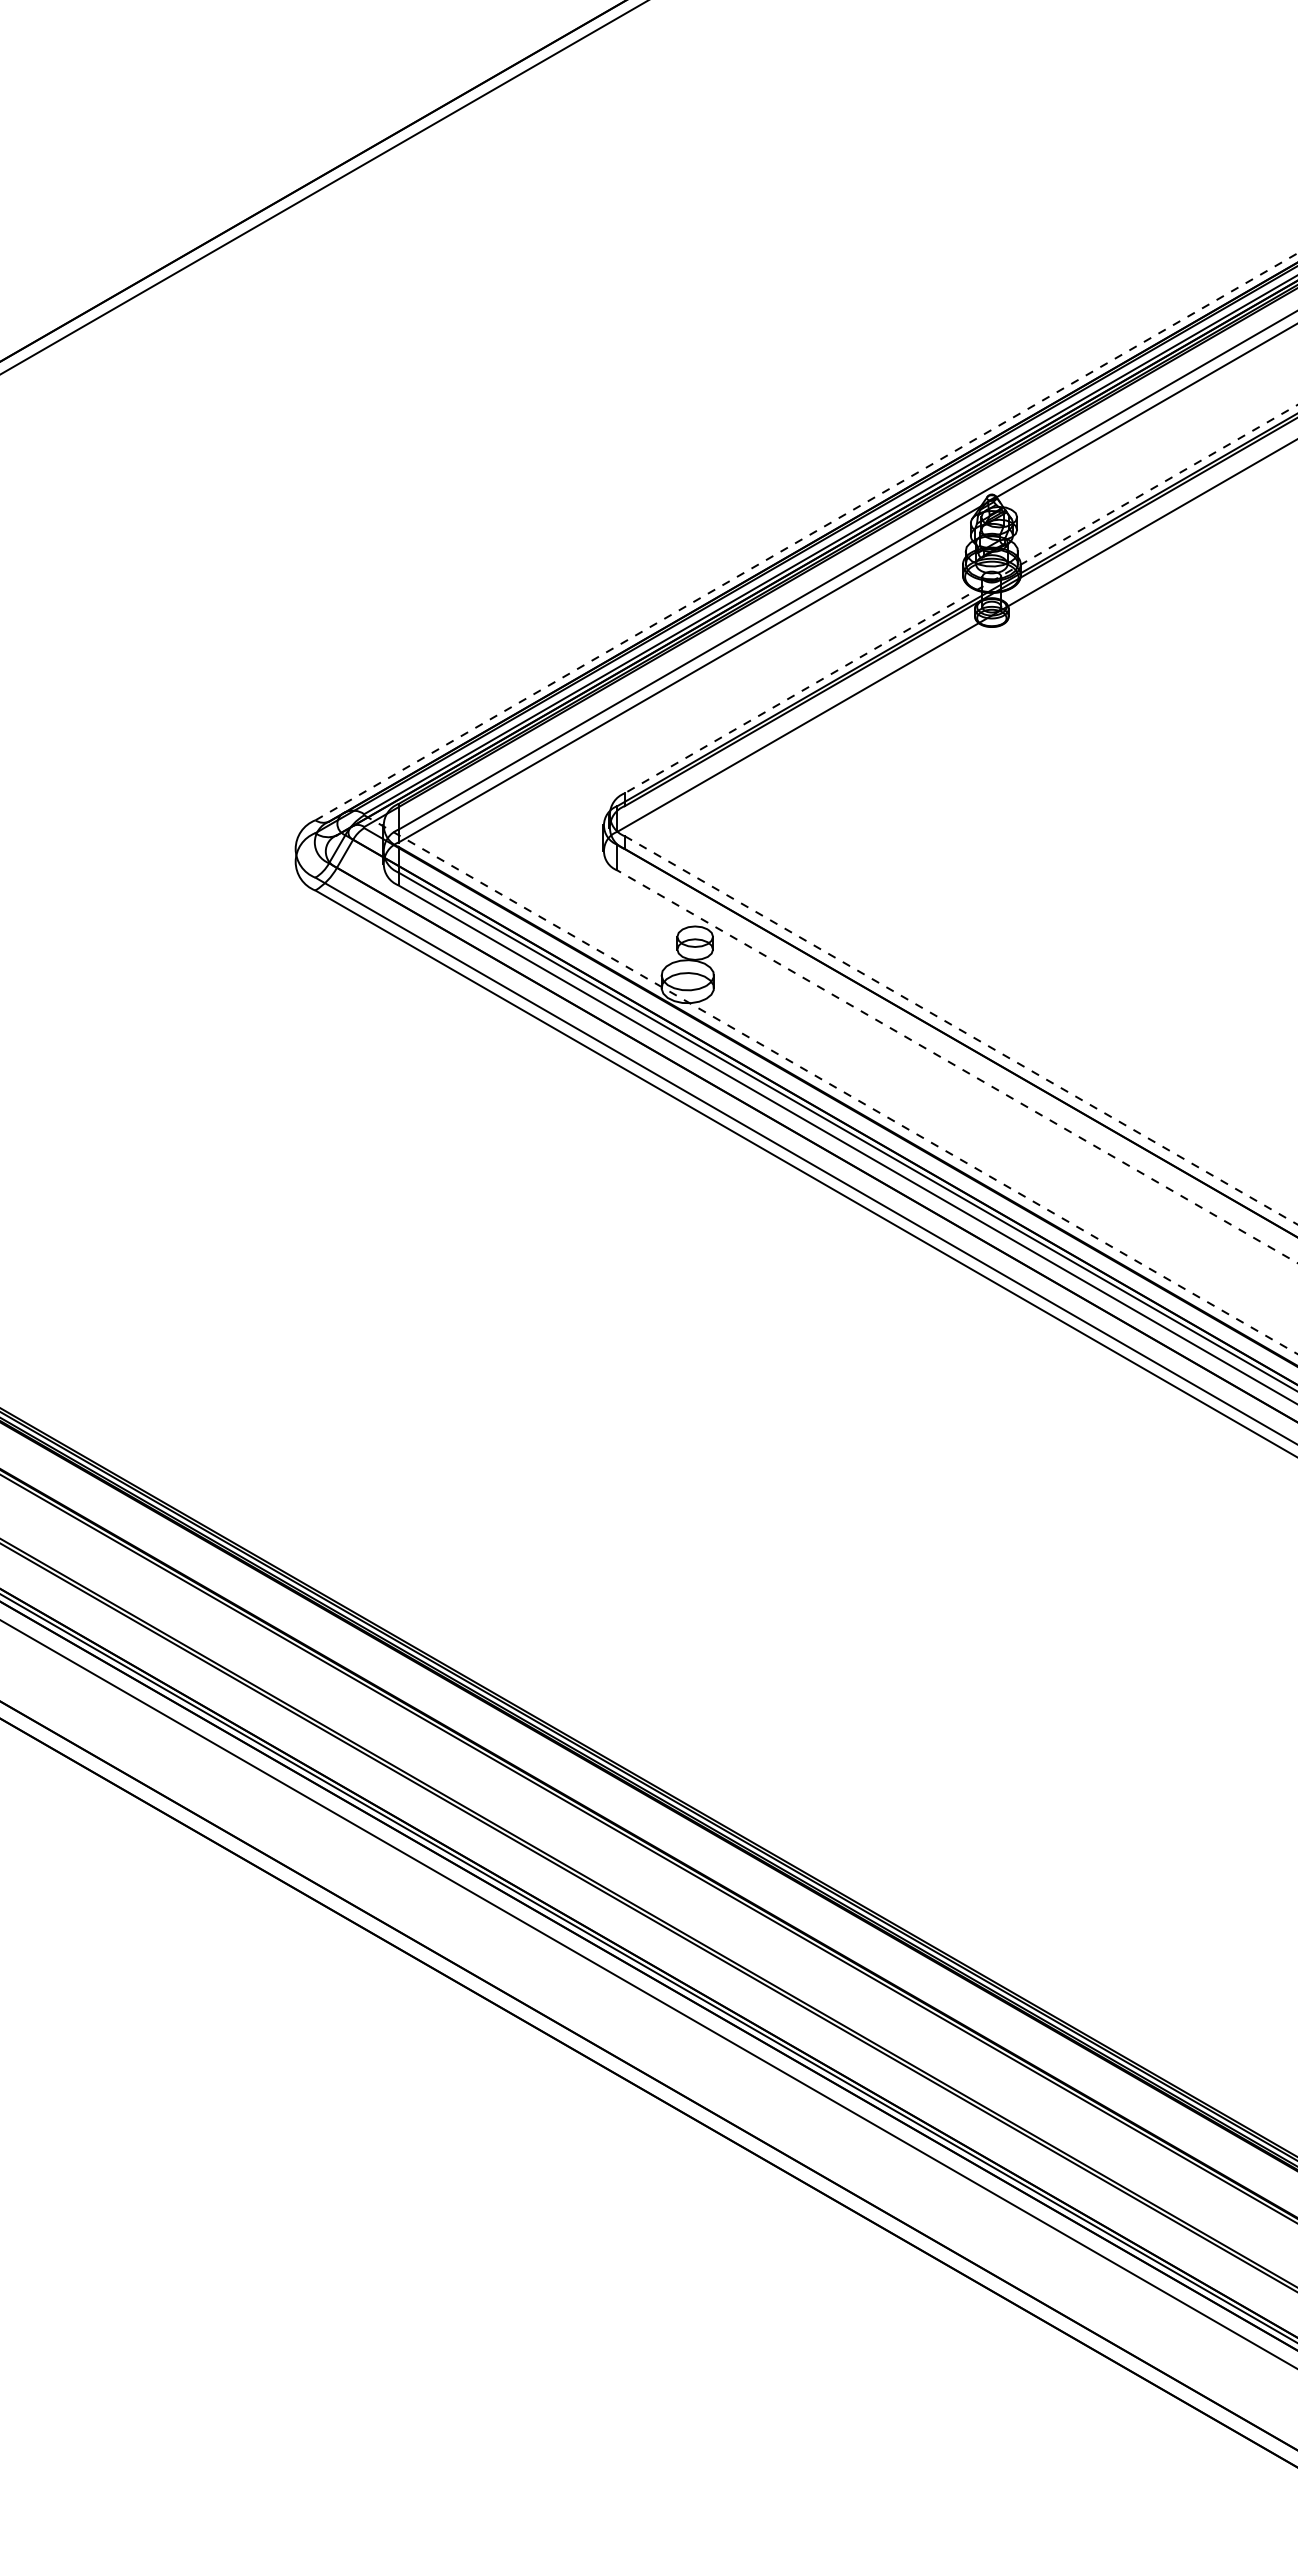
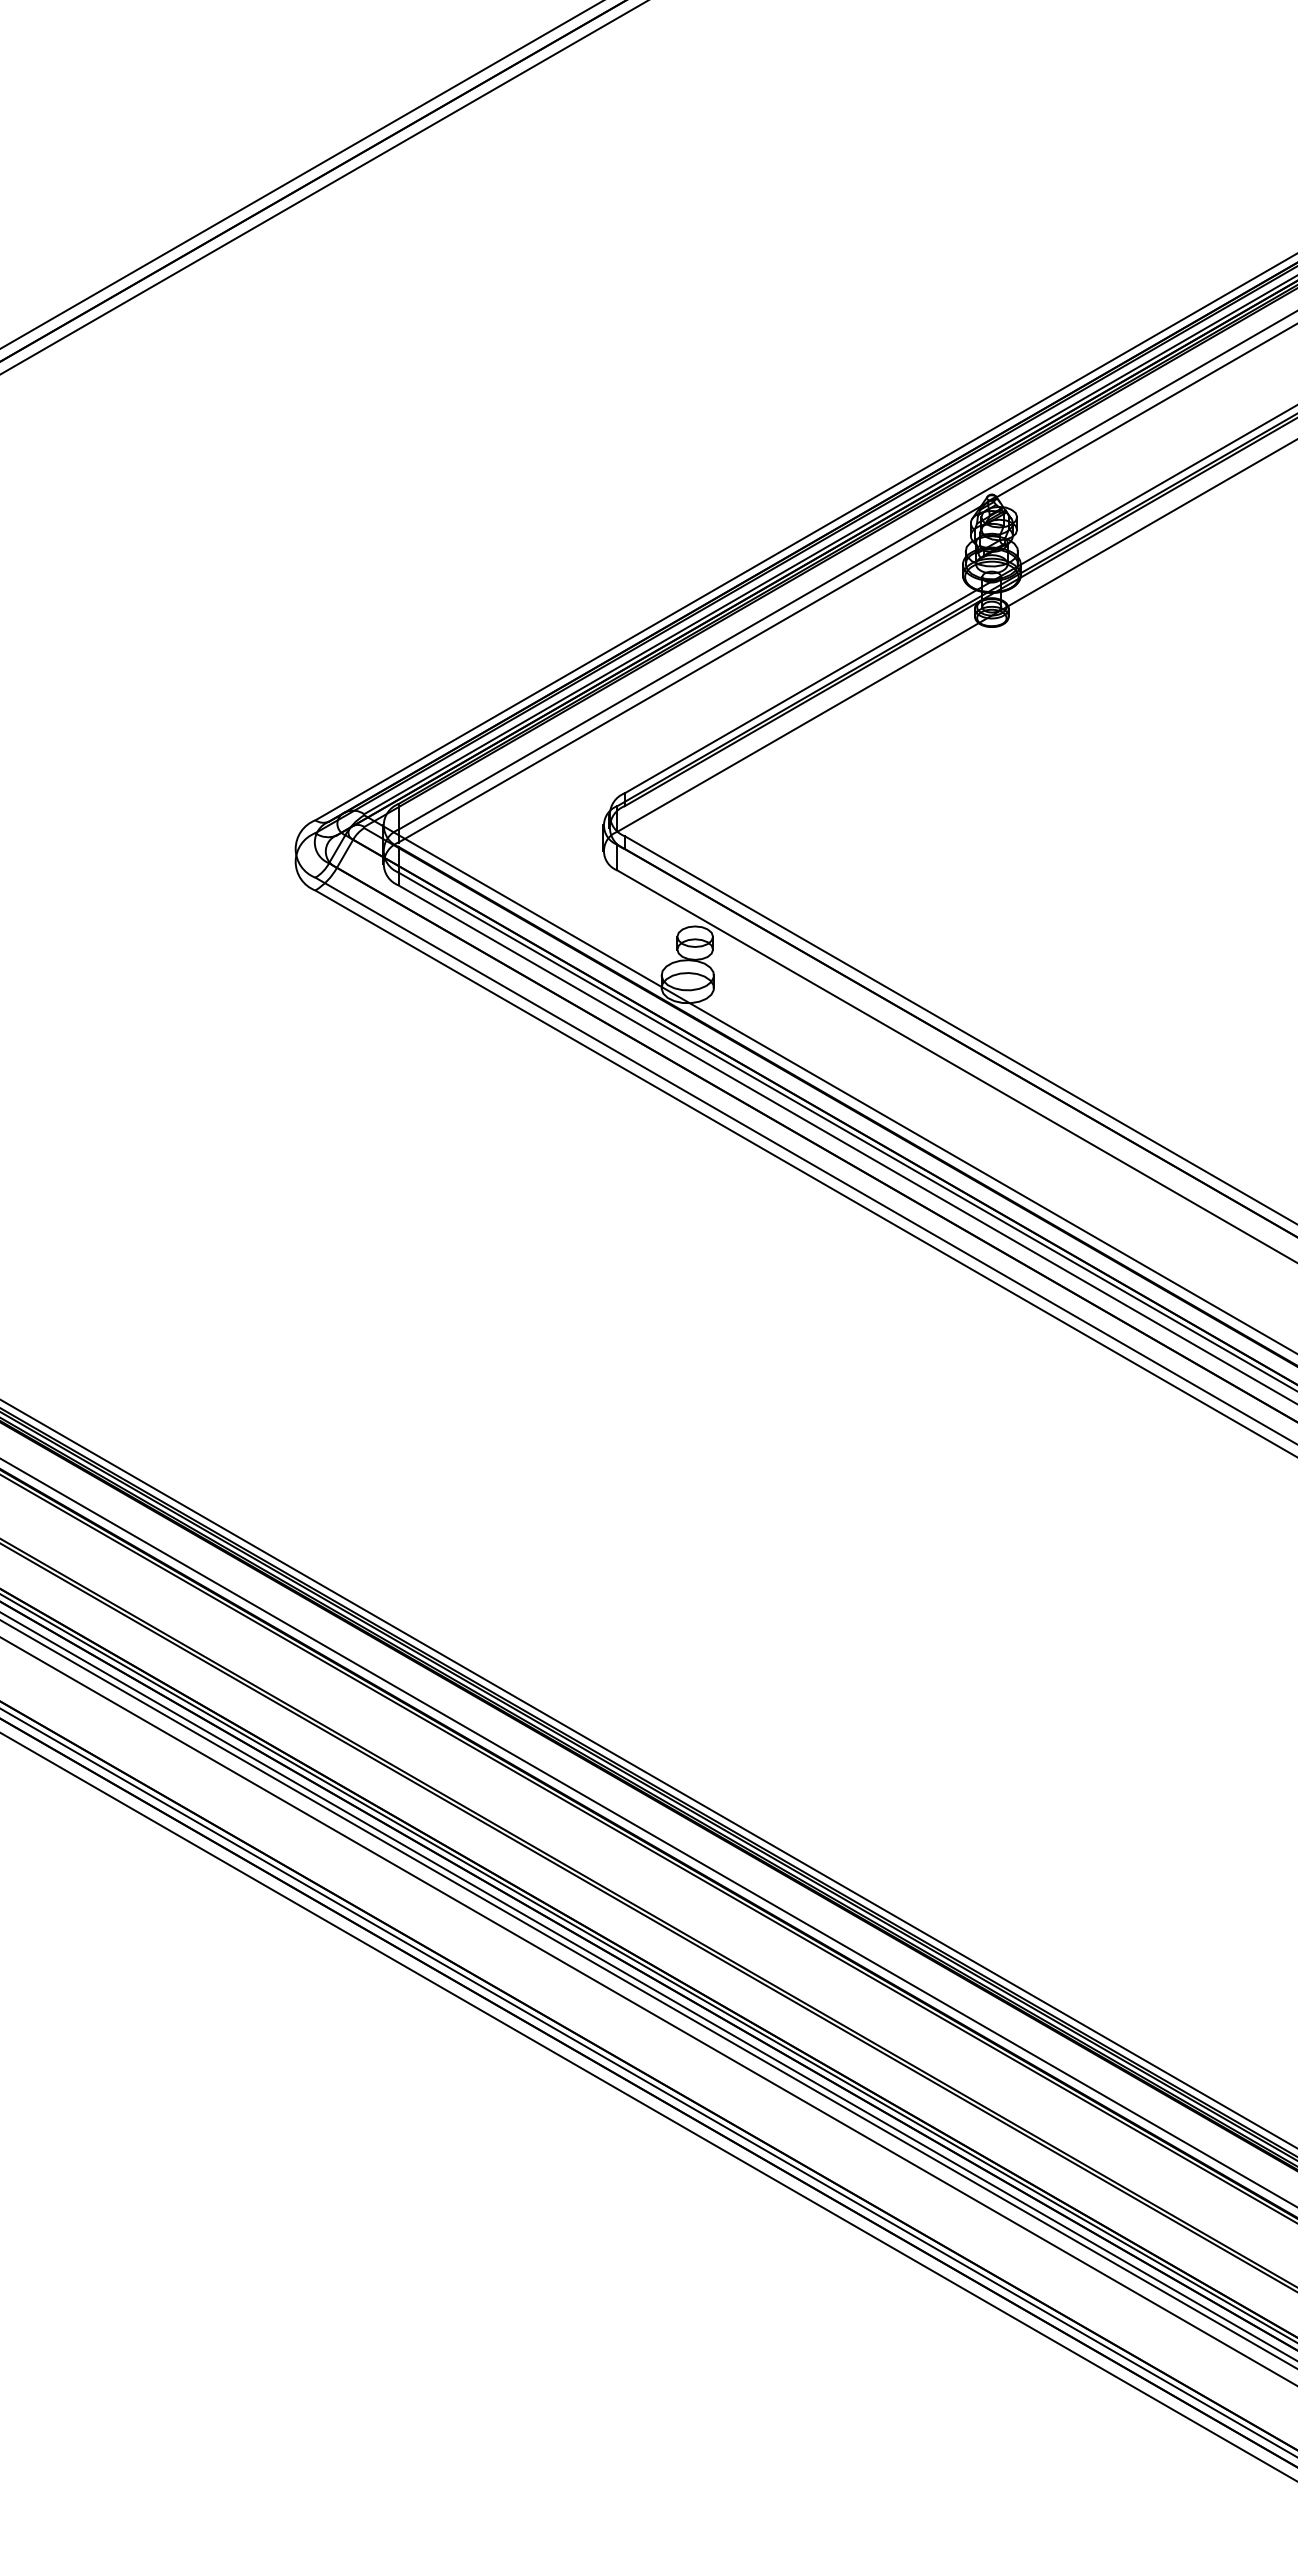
line at (301, 174): none -> present
line at (807, 536): dashed -> solid
line at (960, 599): dashed -> solid
line at (961, 1030): dashed -> solid
line at (957, 1066): dashed -> solid
line at (830, 1084): dashed -> solid
line at (648, 1774): none -> present
line at (648, 1832): none -> present
line at (648, 1986): none -> present
line at (648, 2011): none -> present
line at (648, 2082): none -> present
line at (648, 2106): none -> present
